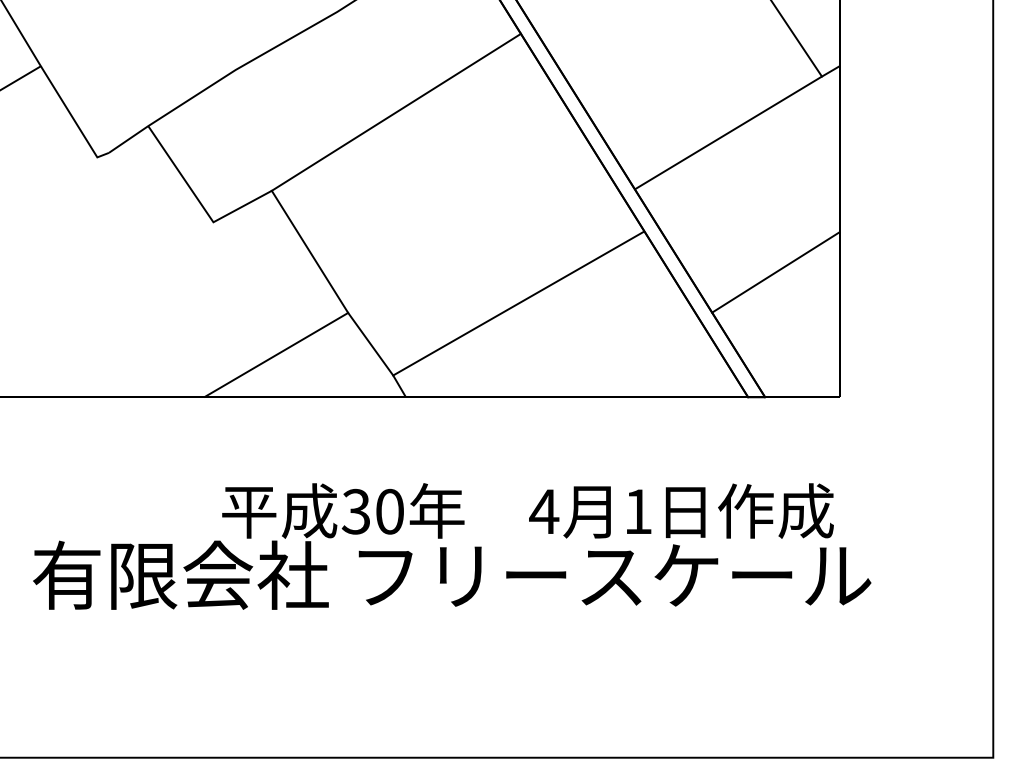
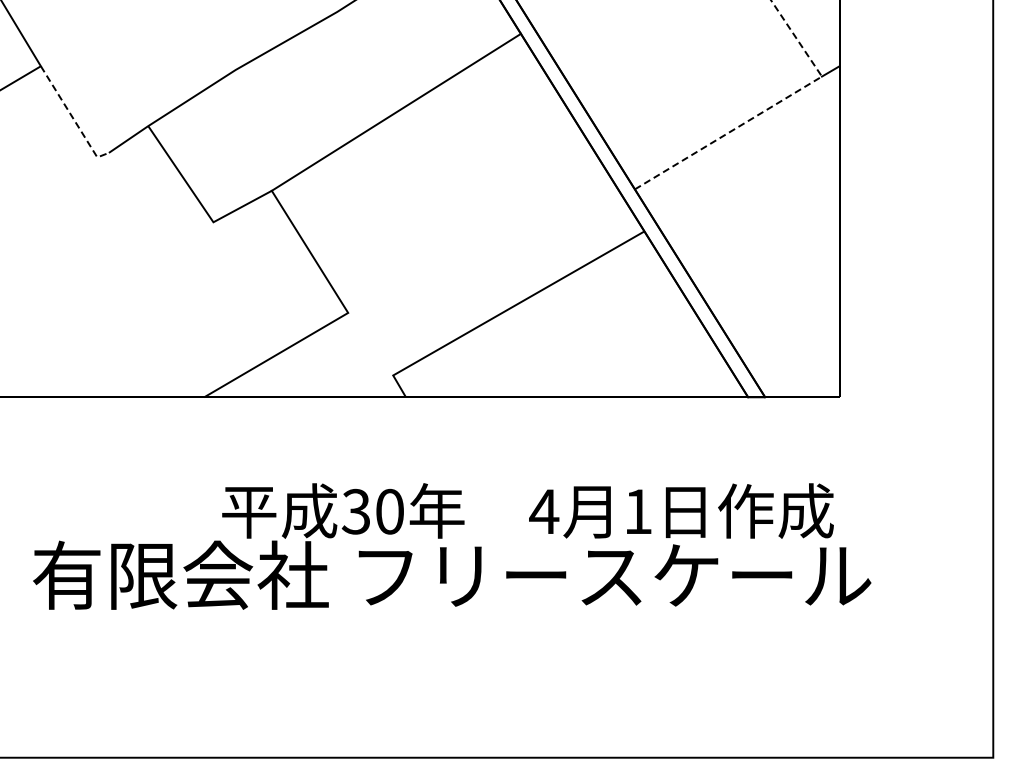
line at (768, 109): solid -> dashed
line at (72, 117): solid -> dashed
line at (775, 272): present -> none
line at (370, 343): present -> none
